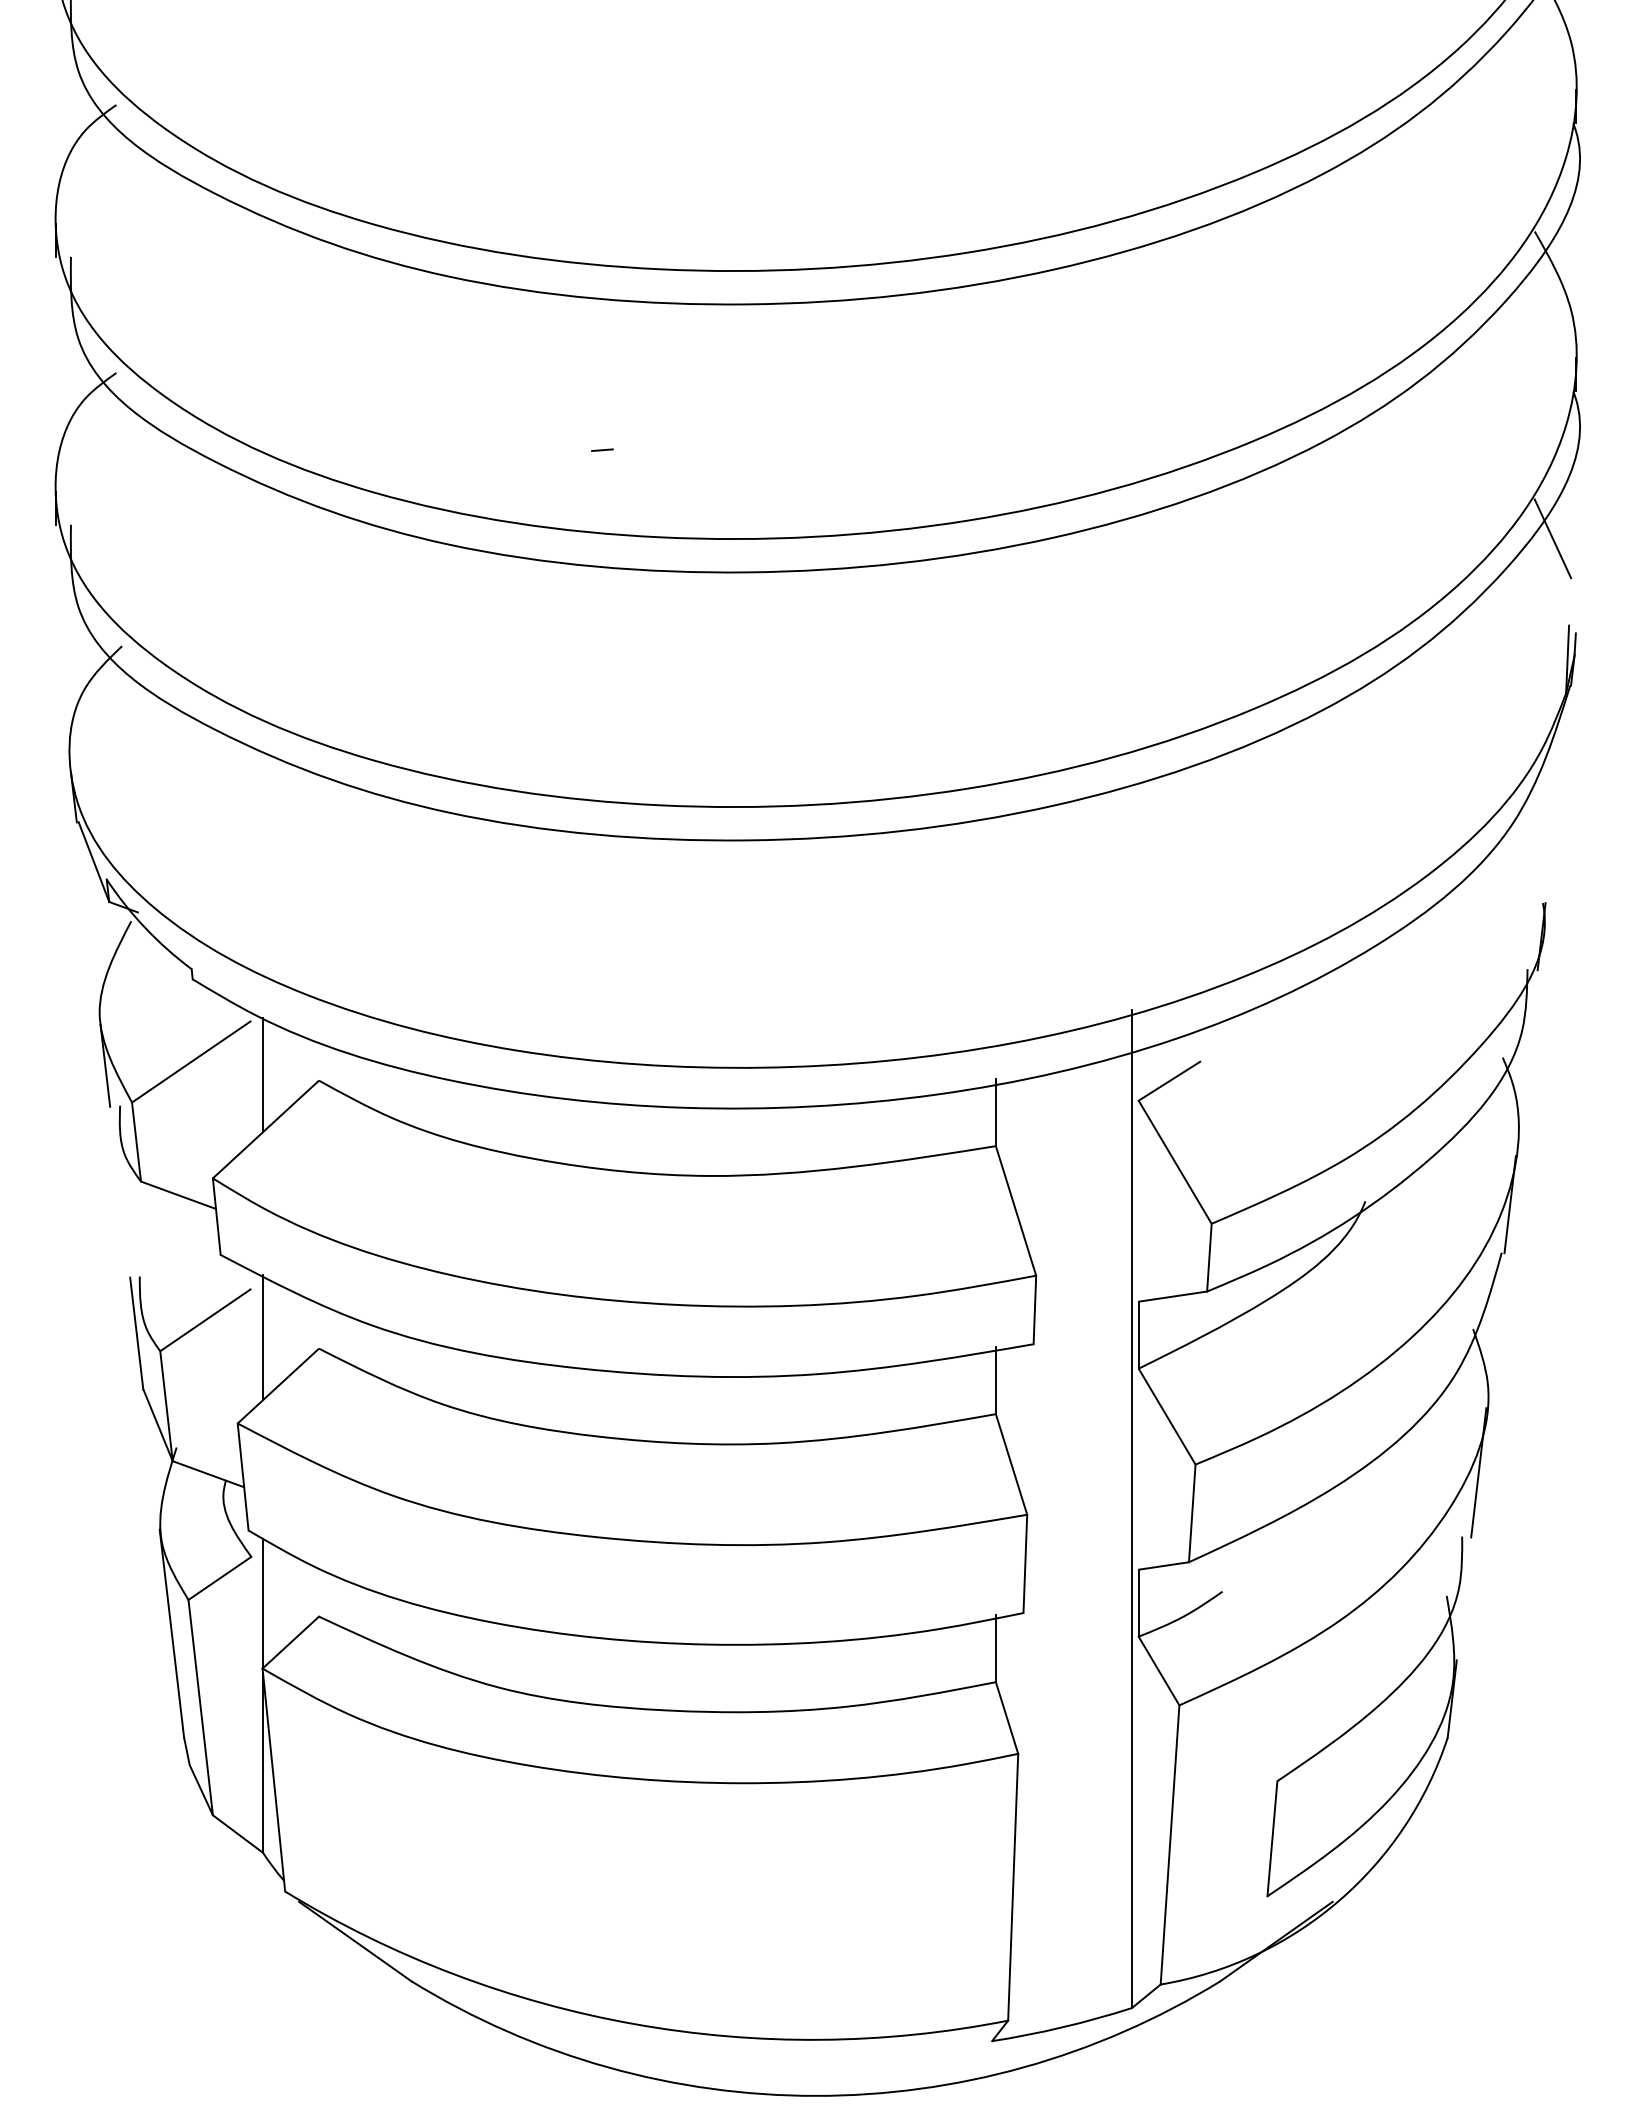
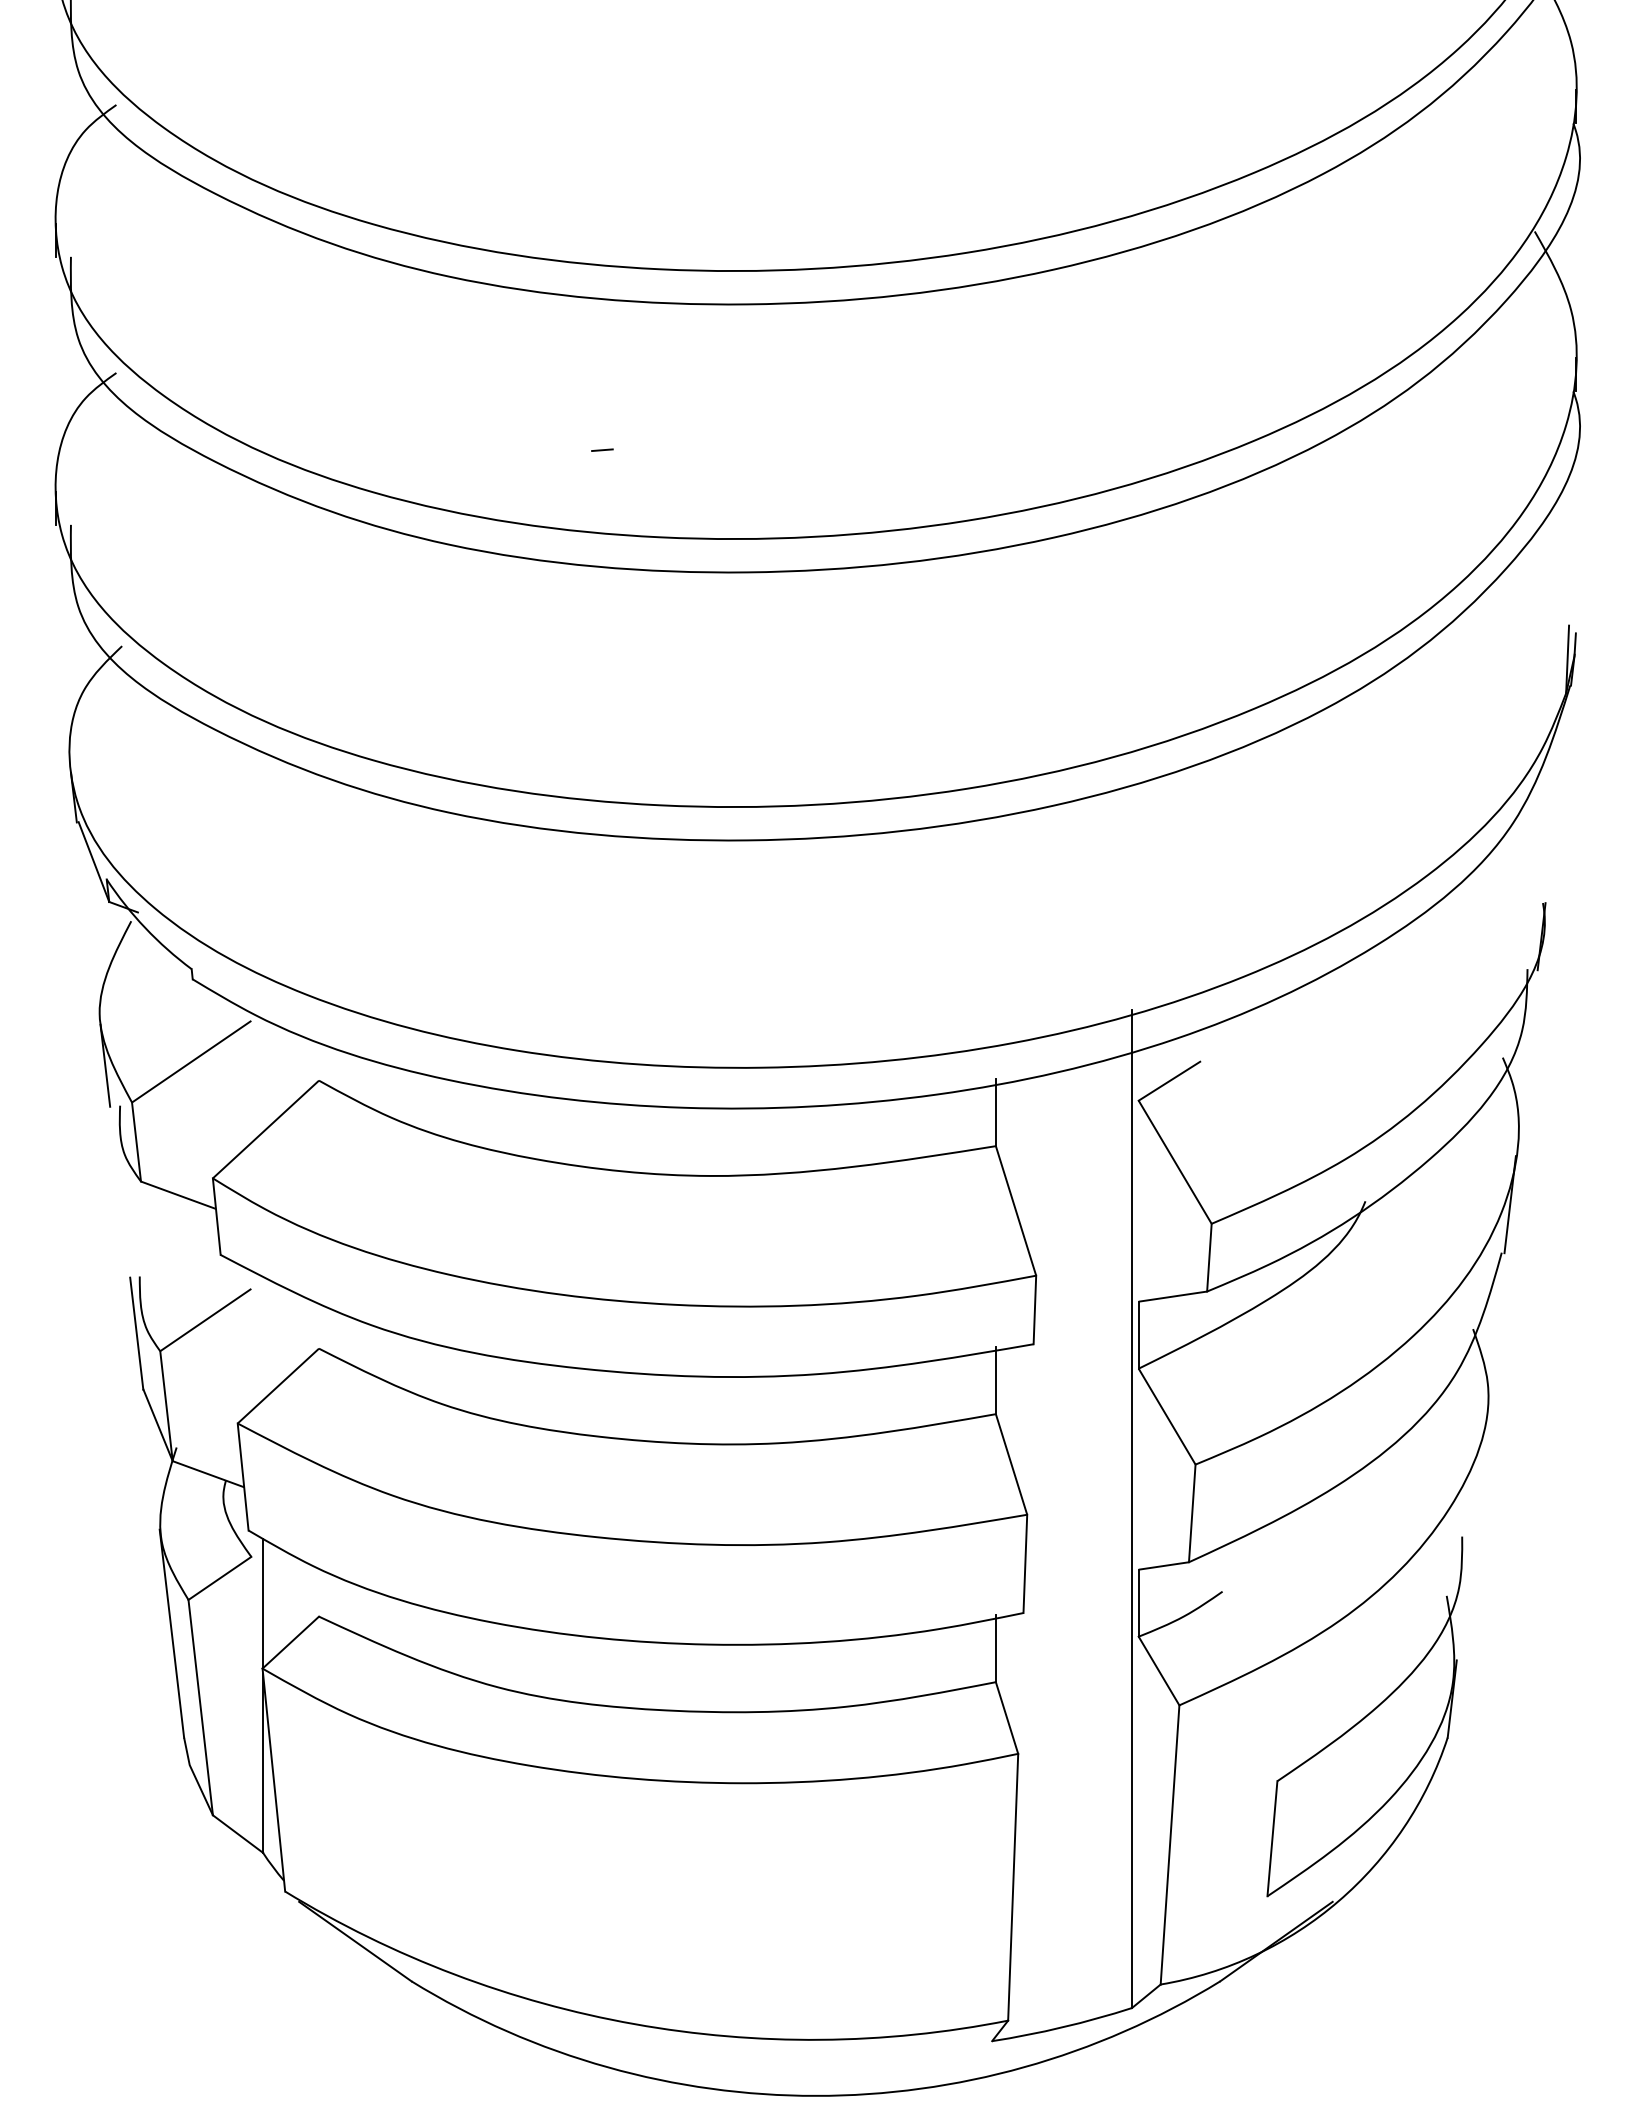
line at (1552, 538): present -> none
line at (263, 1074): present -> none
line at (263, 1337): present -> none
line at (1478, 1472): present -> none
